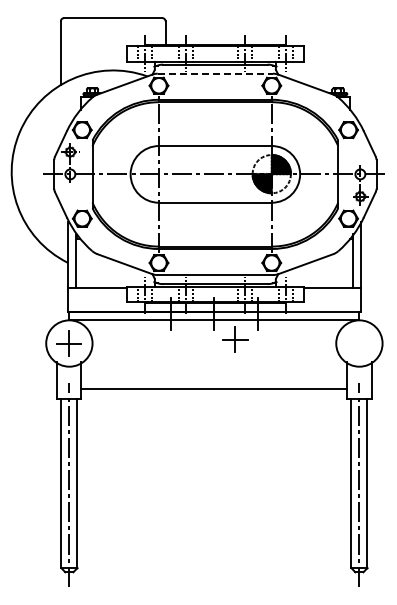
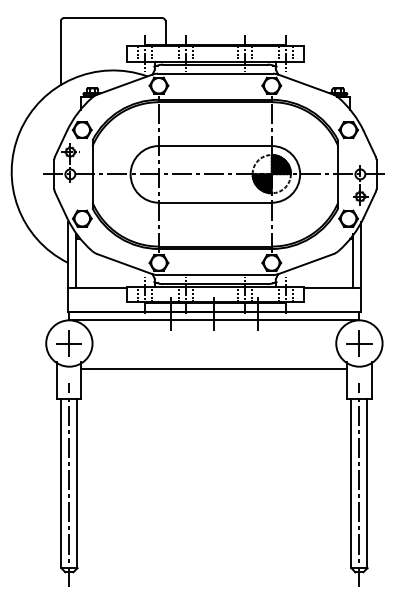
line at (215, 73): dashed -> solid
part at (235, 339) position: (235, 339) -> (359, 343)
line at (214, 388) position: (214, 388) -> (214, 368)
